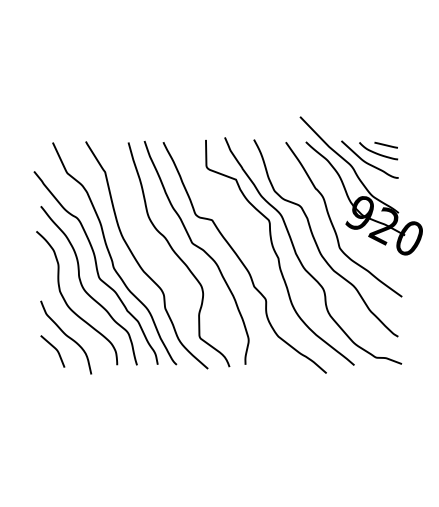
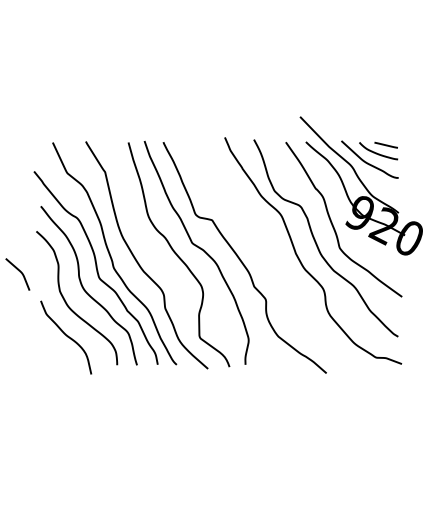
curve at (277, 254): present -> none
curve at (53, 348) position: (53, 348) -> (18, 271)
